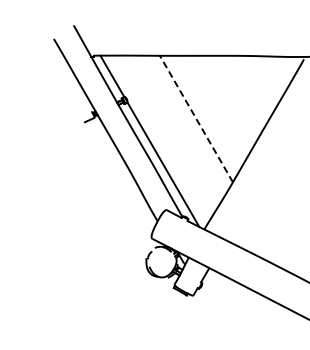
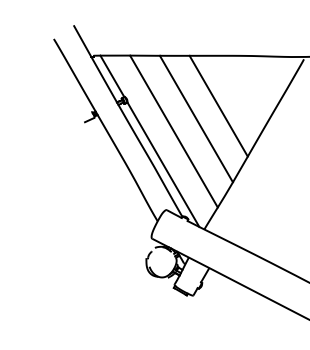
line at (218, 105): none -> present
line at (196, 118): dashed -> solid
line at (173, 131): none -> present
